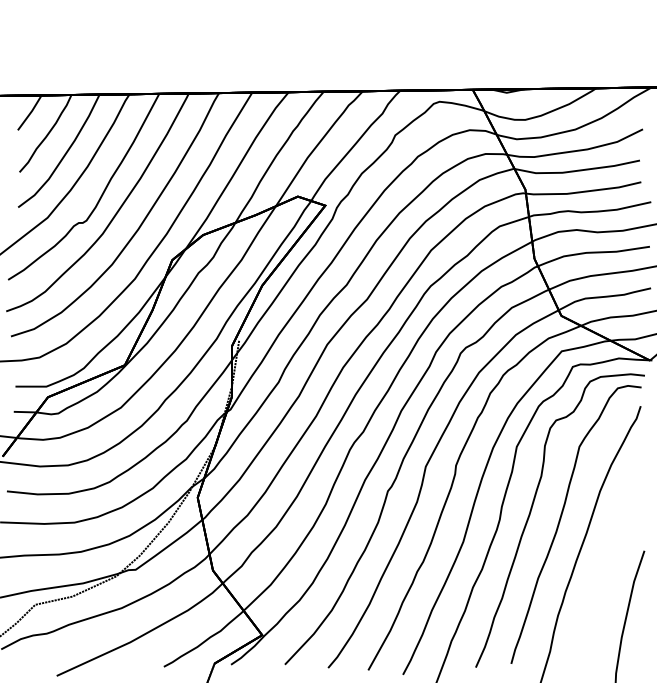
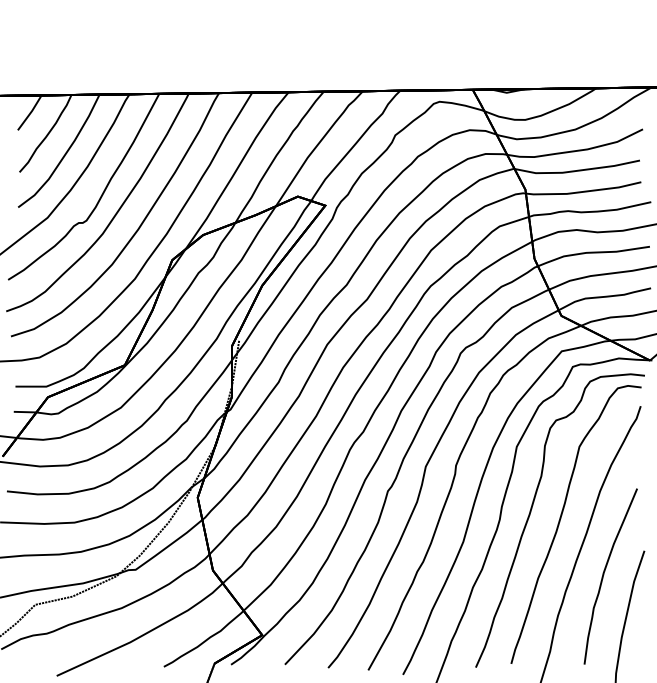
part at (604, 574): none -> present
